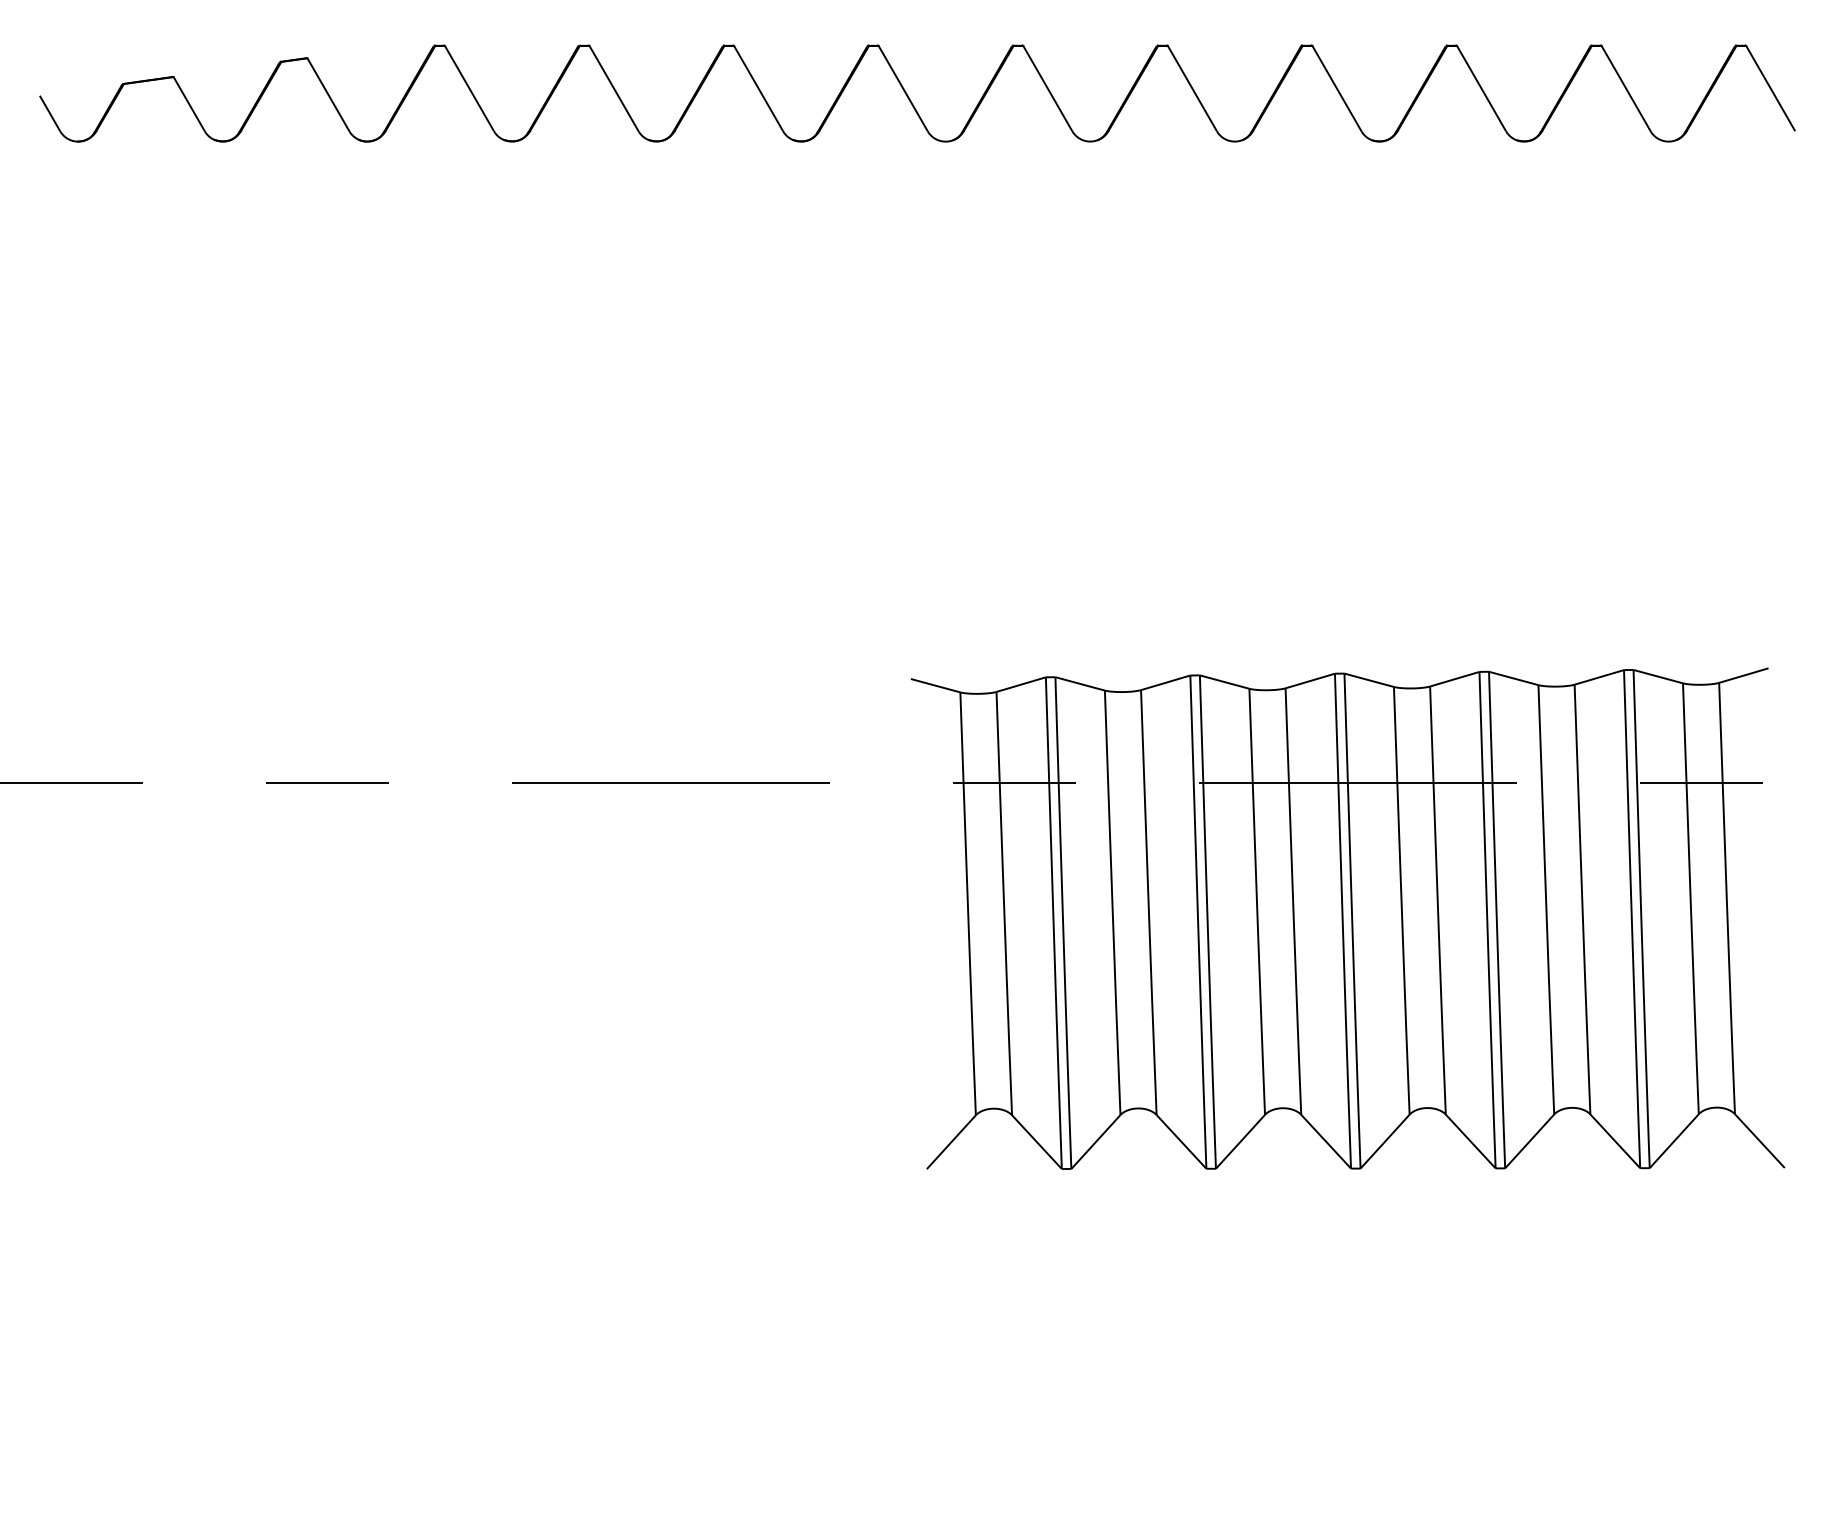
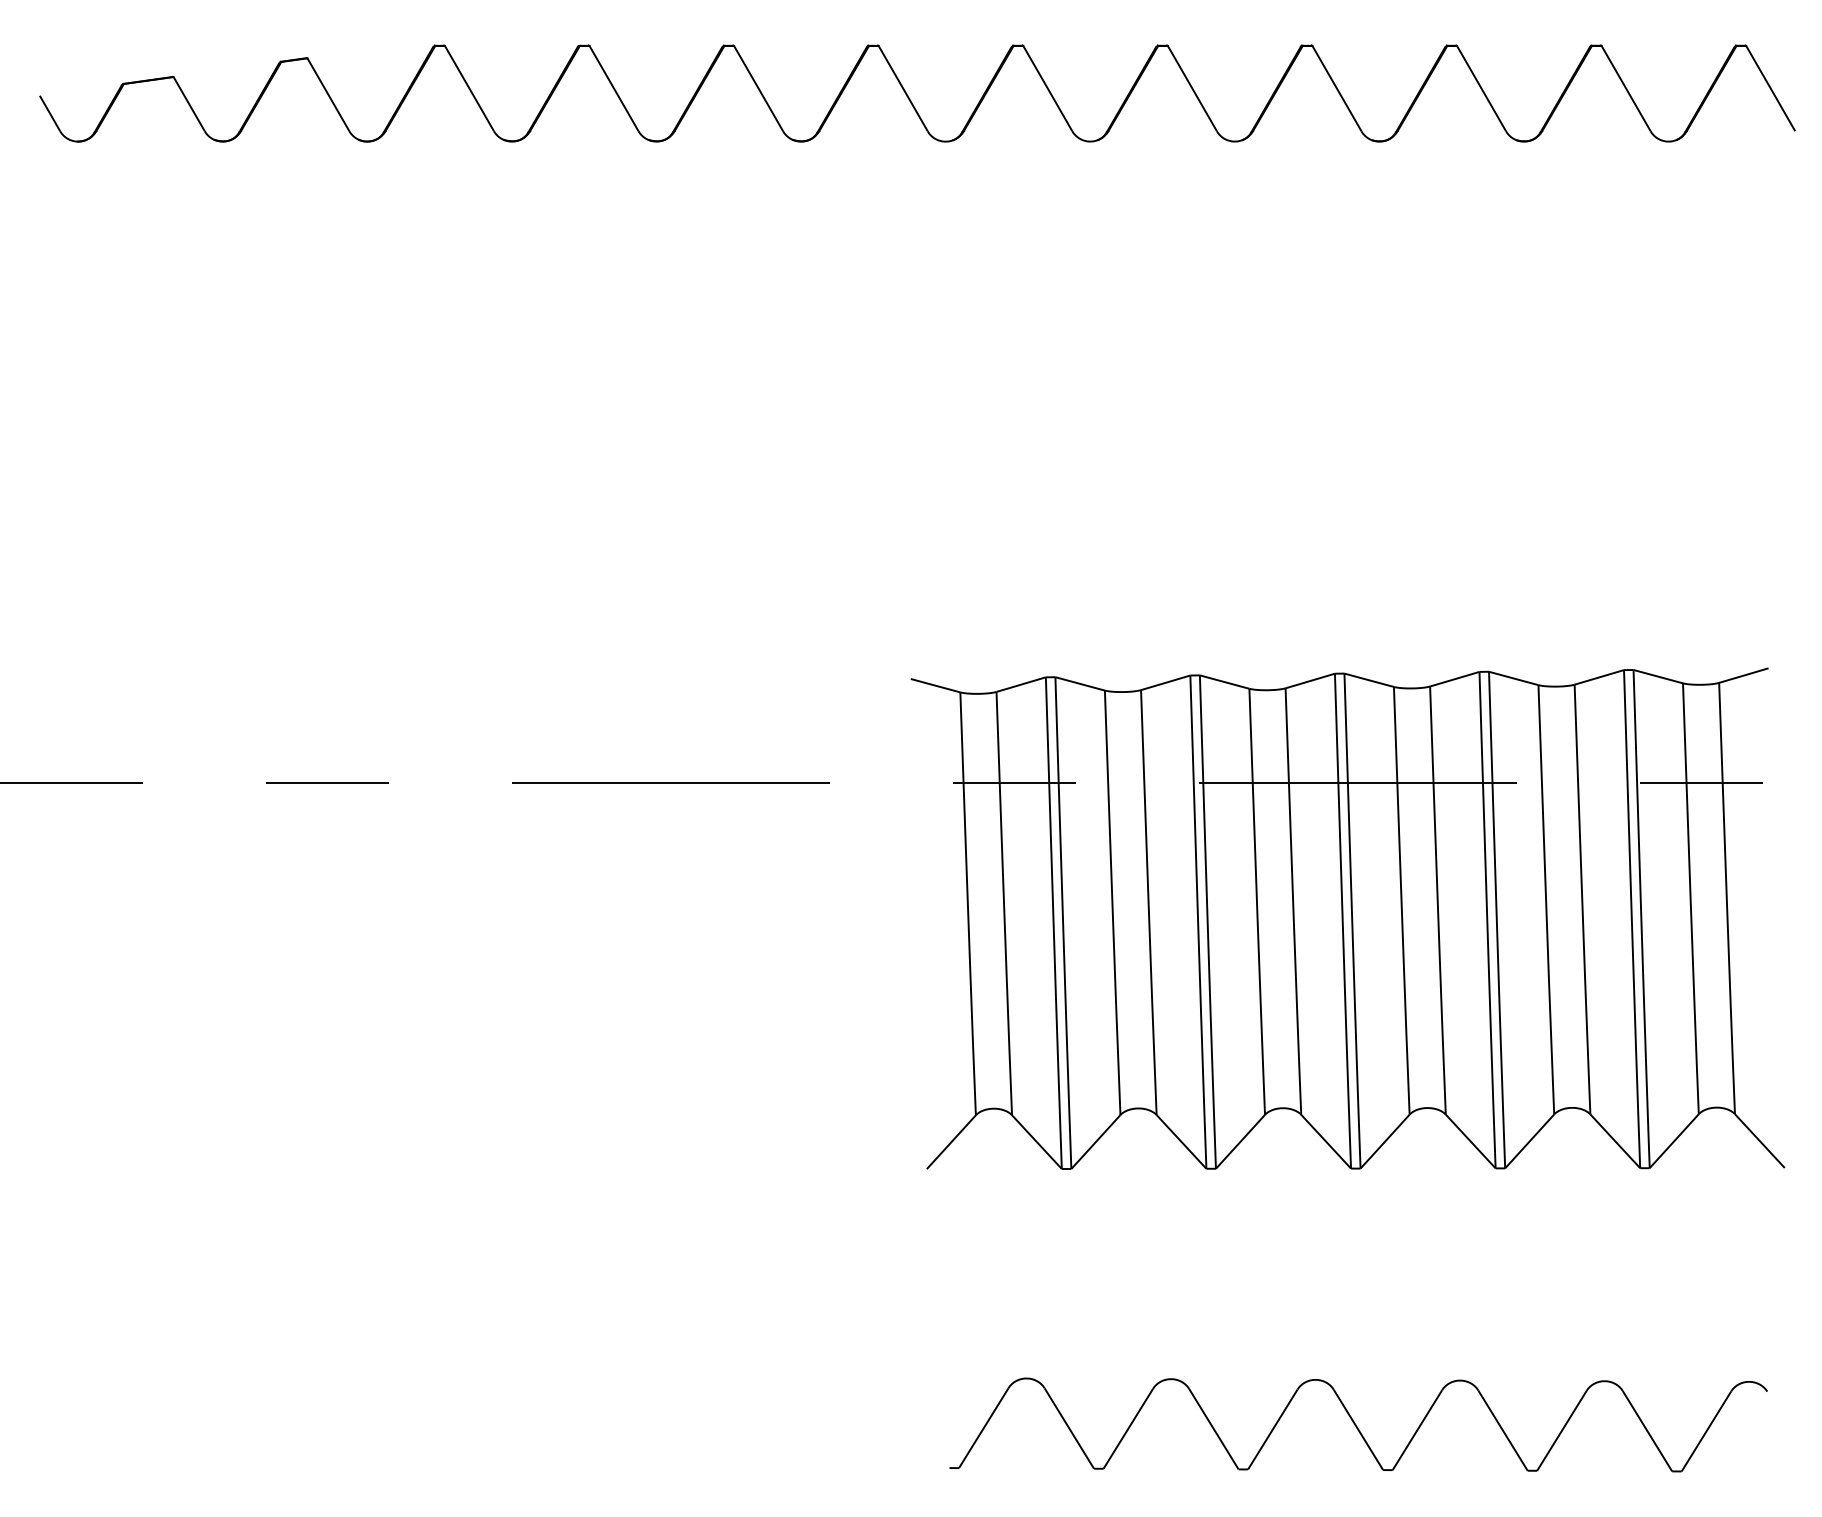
part at (1358, 1424): none -> present
